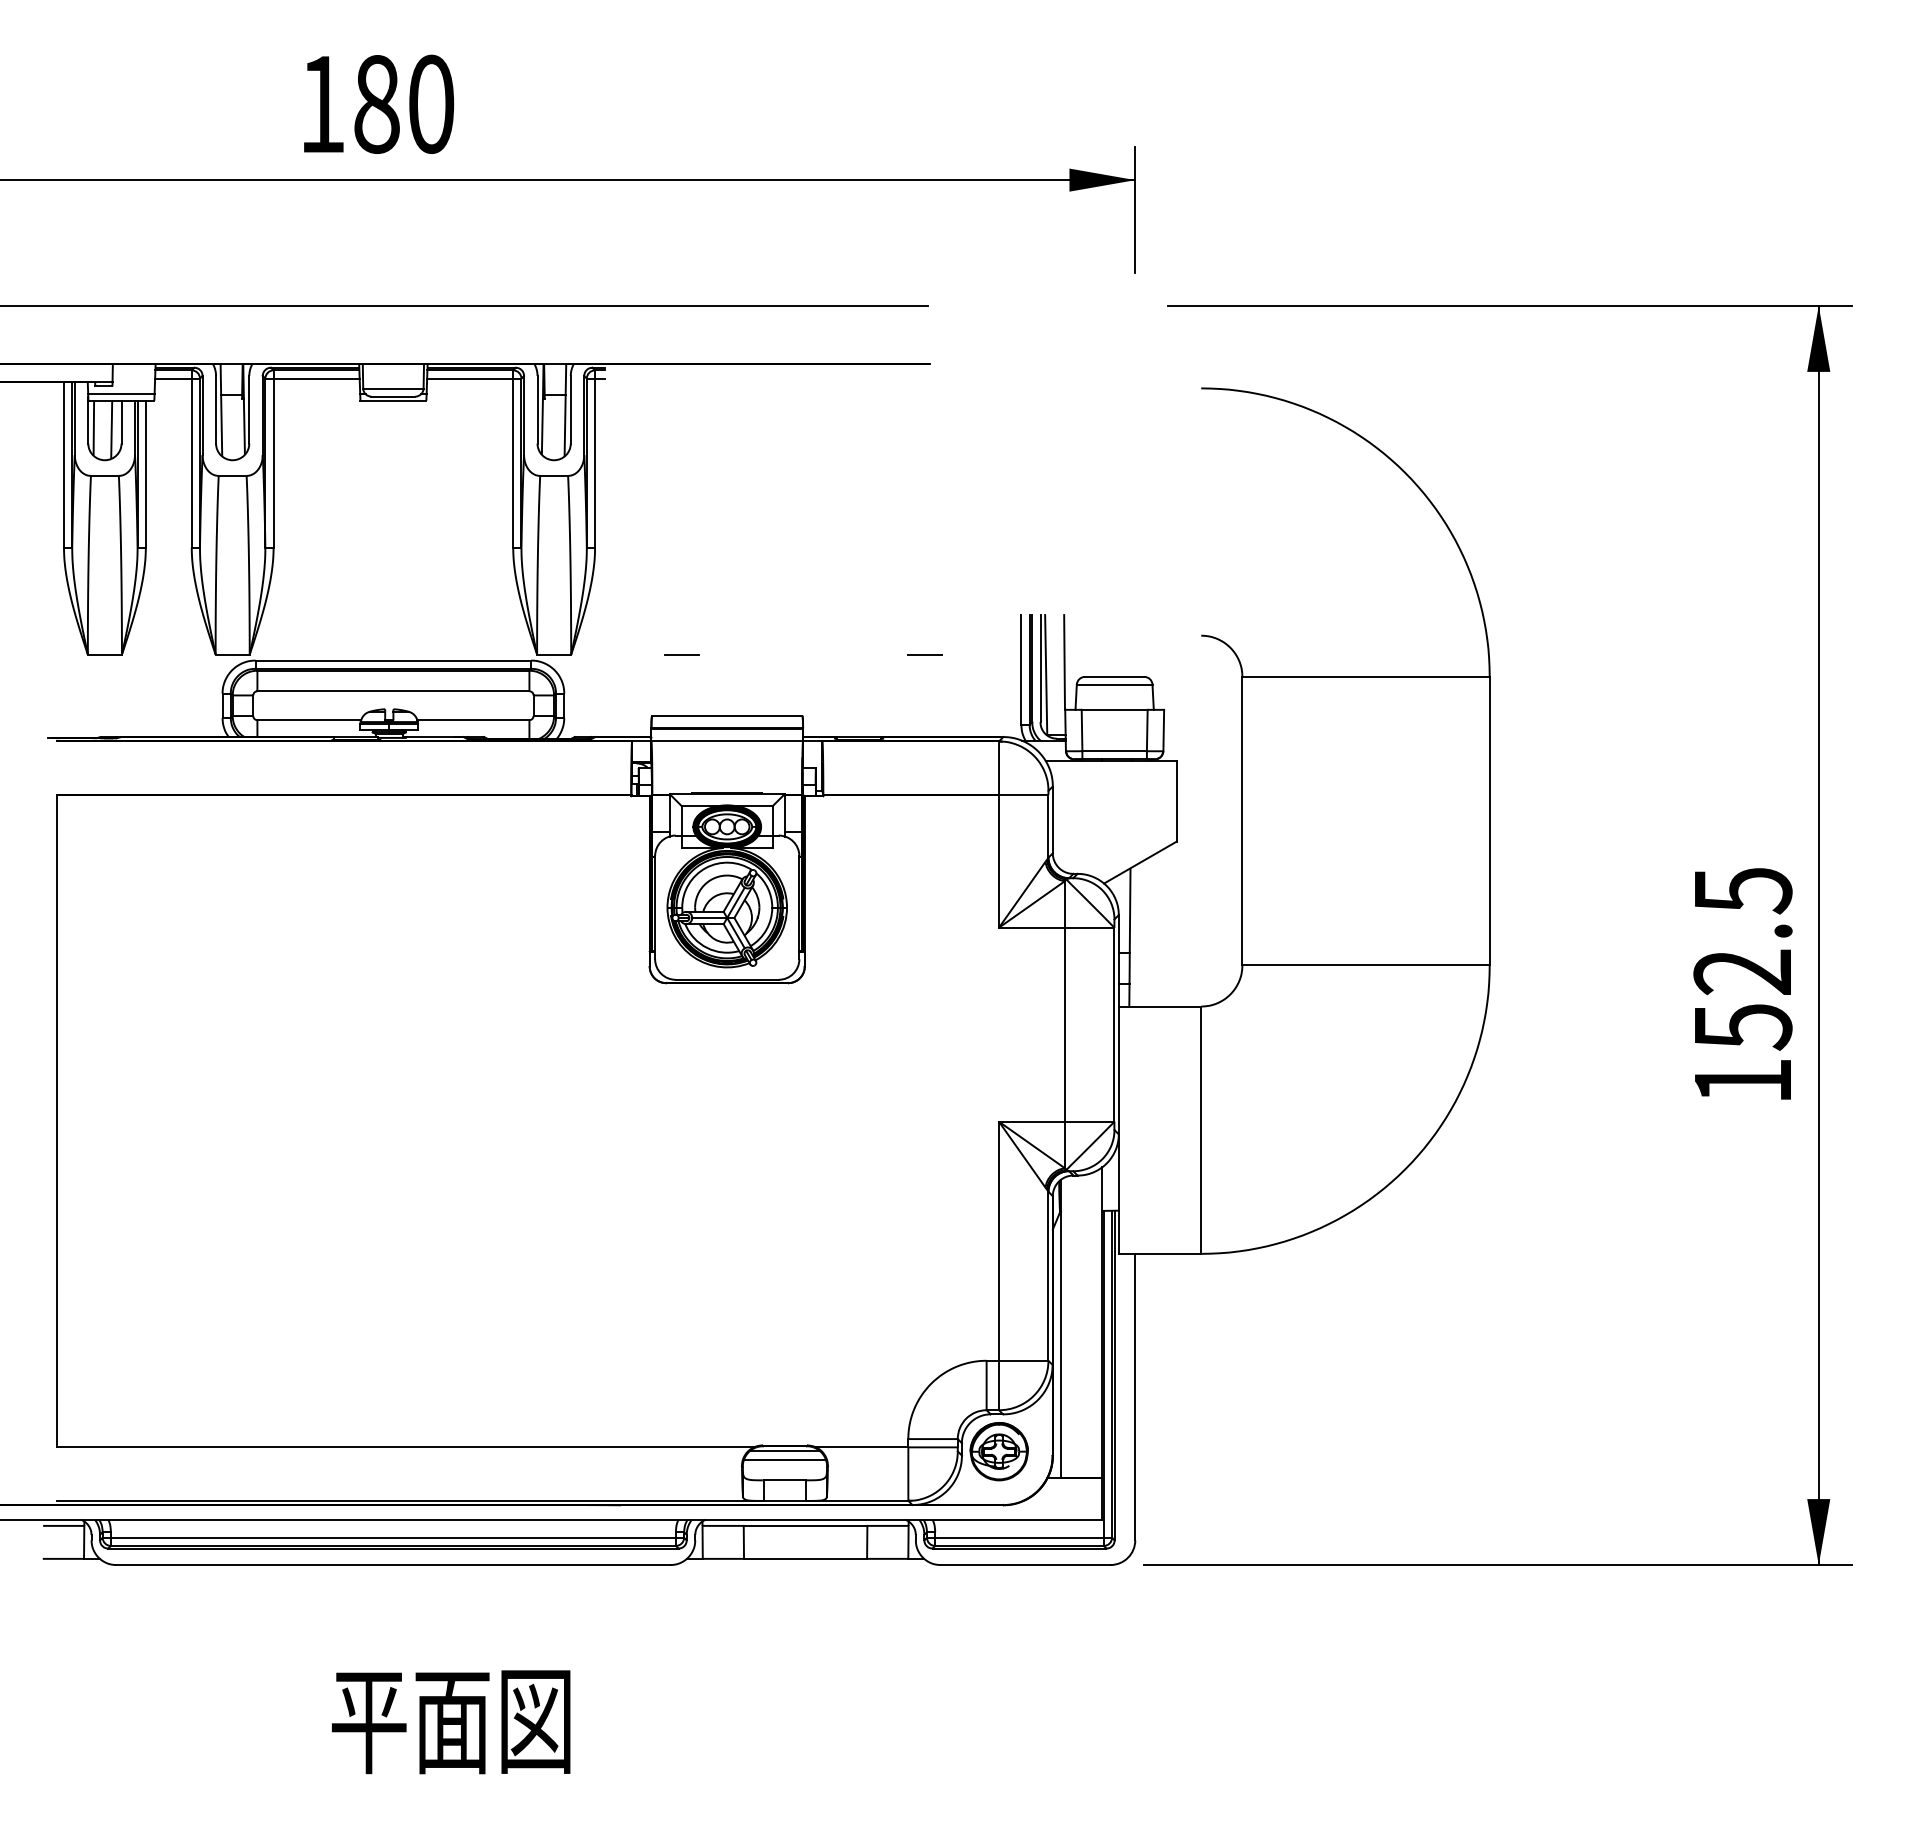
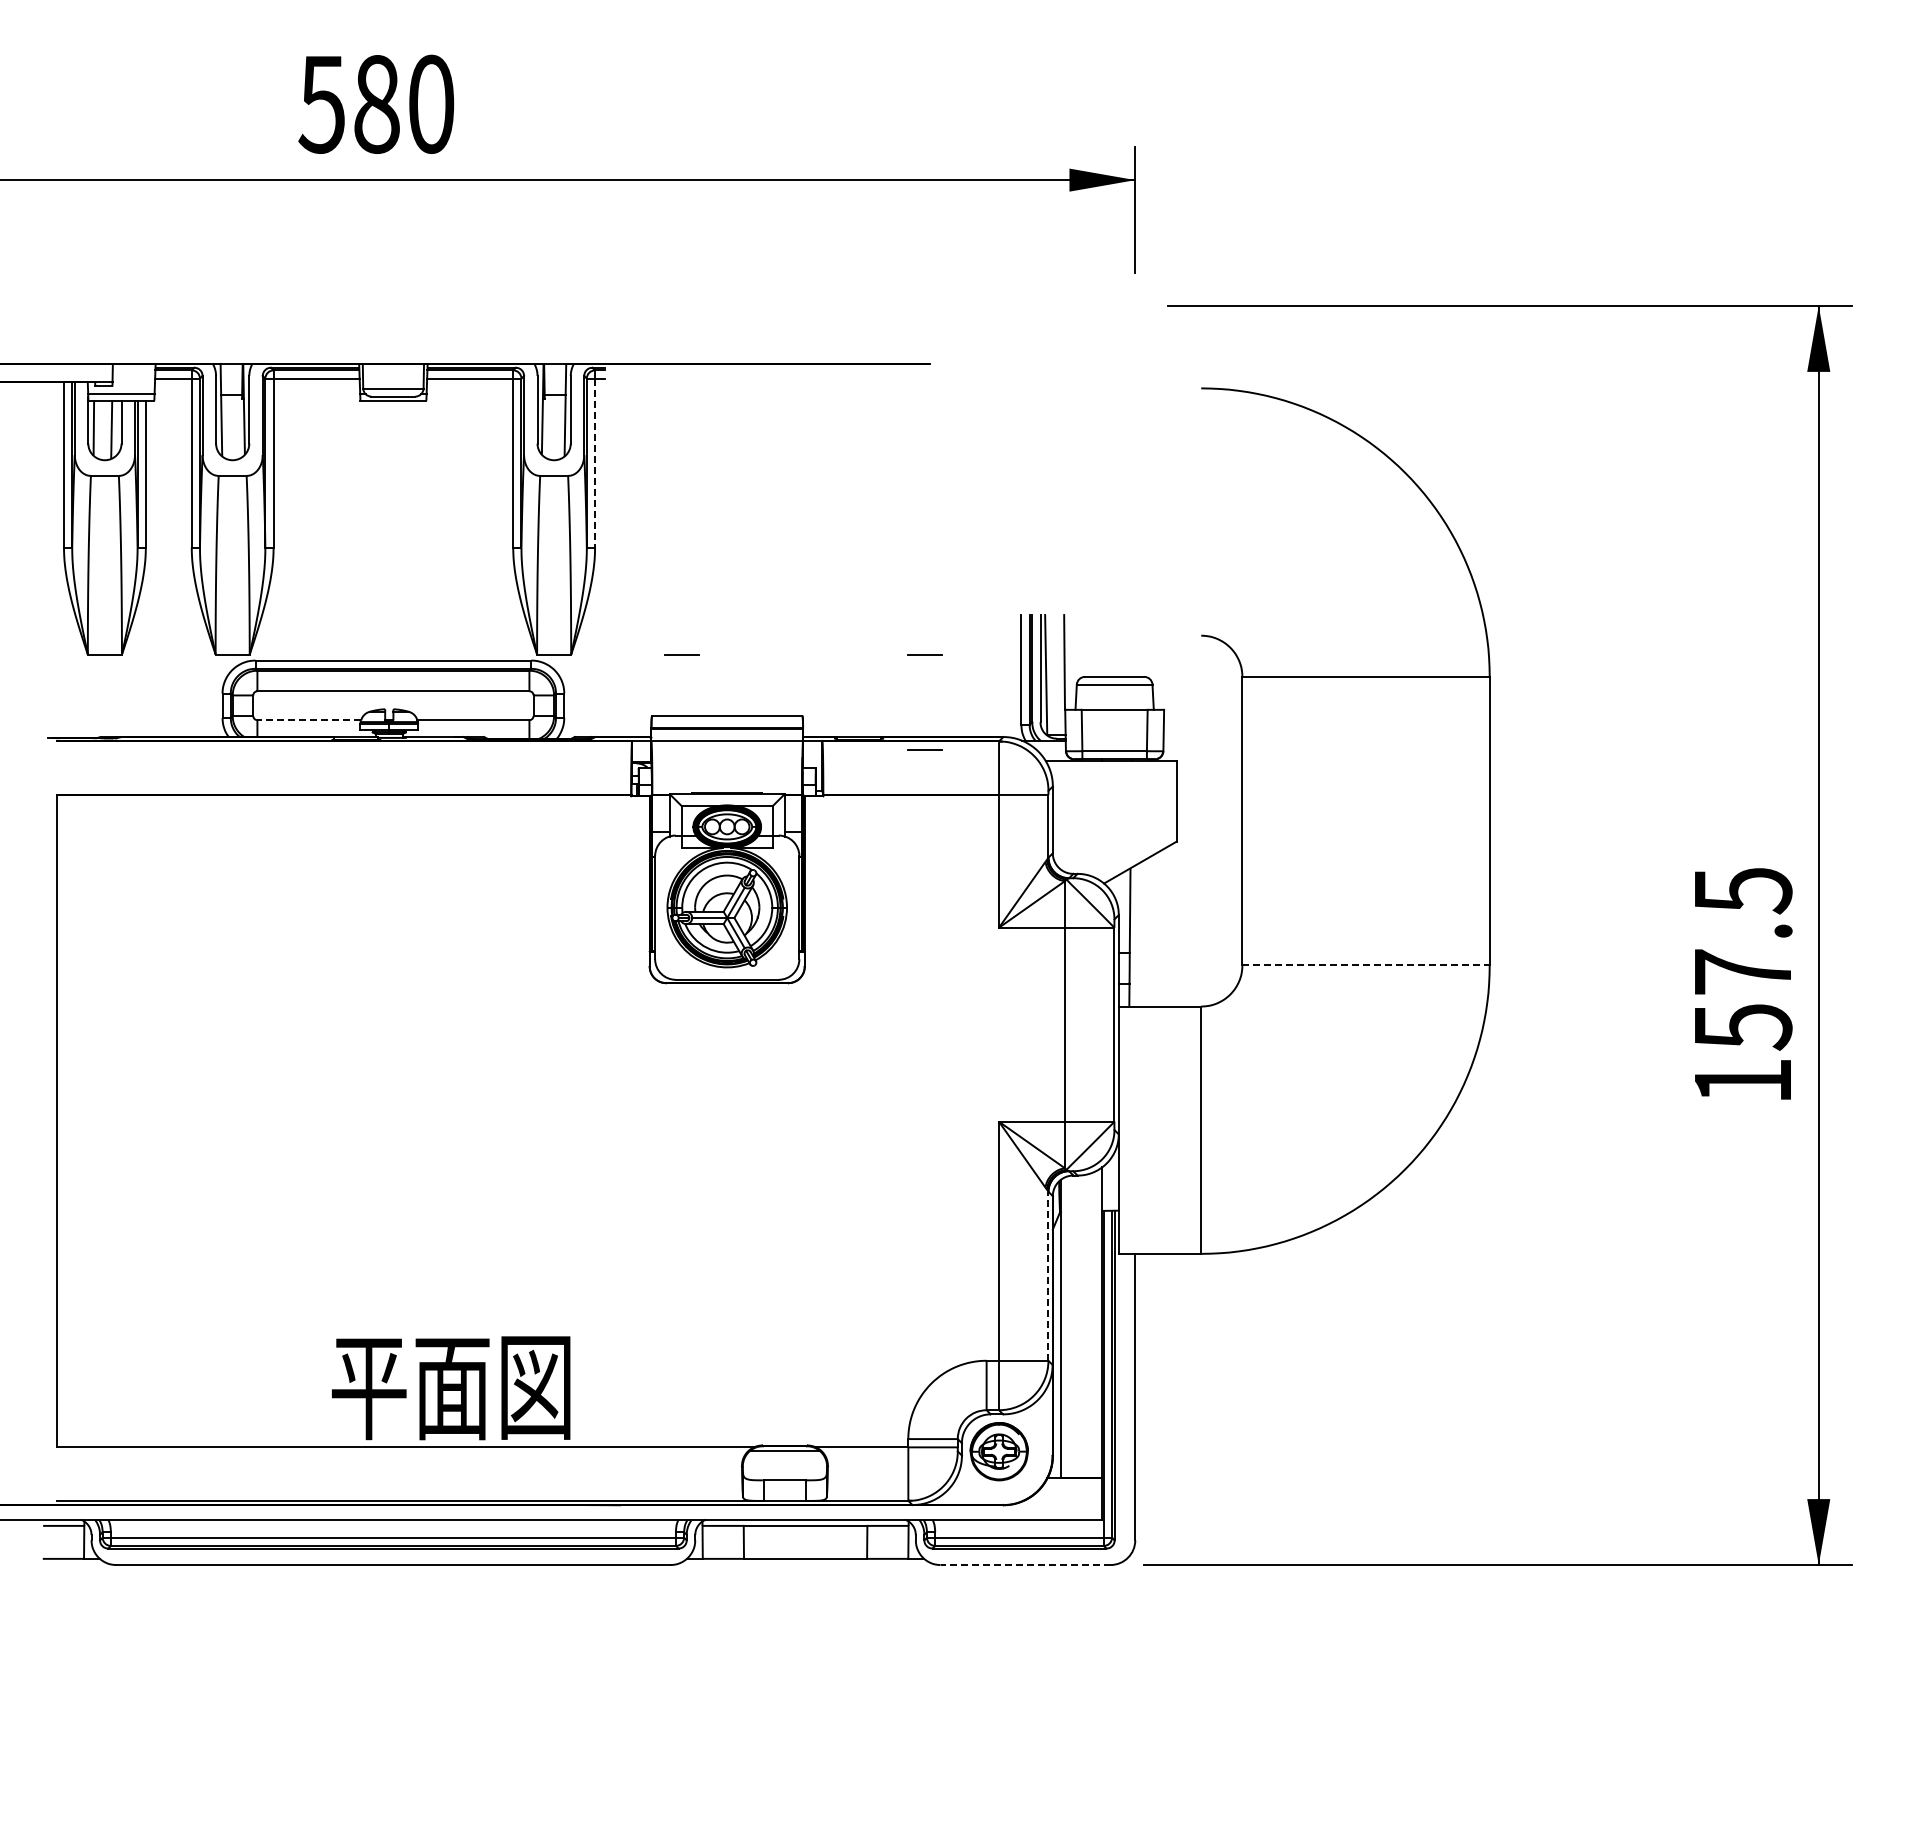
text at (321, 104): 180 -> 580
line at (465, 305): present -> none
line at (595, 463): solid -> dashed
line at (309, 720): solid -> dashed
line at (924, 749): none -> present
line at (1366, 965): solid -> dashed
text at (1741, 972): 152.5 -> 157.5
line at (1048, 1276): solid -> dashed
line at (784, 1459): present -> none
line at (1025, 1565): solid -> dashed
text at (451, 1722) position: (451, 1722) -> (451, 1388)
